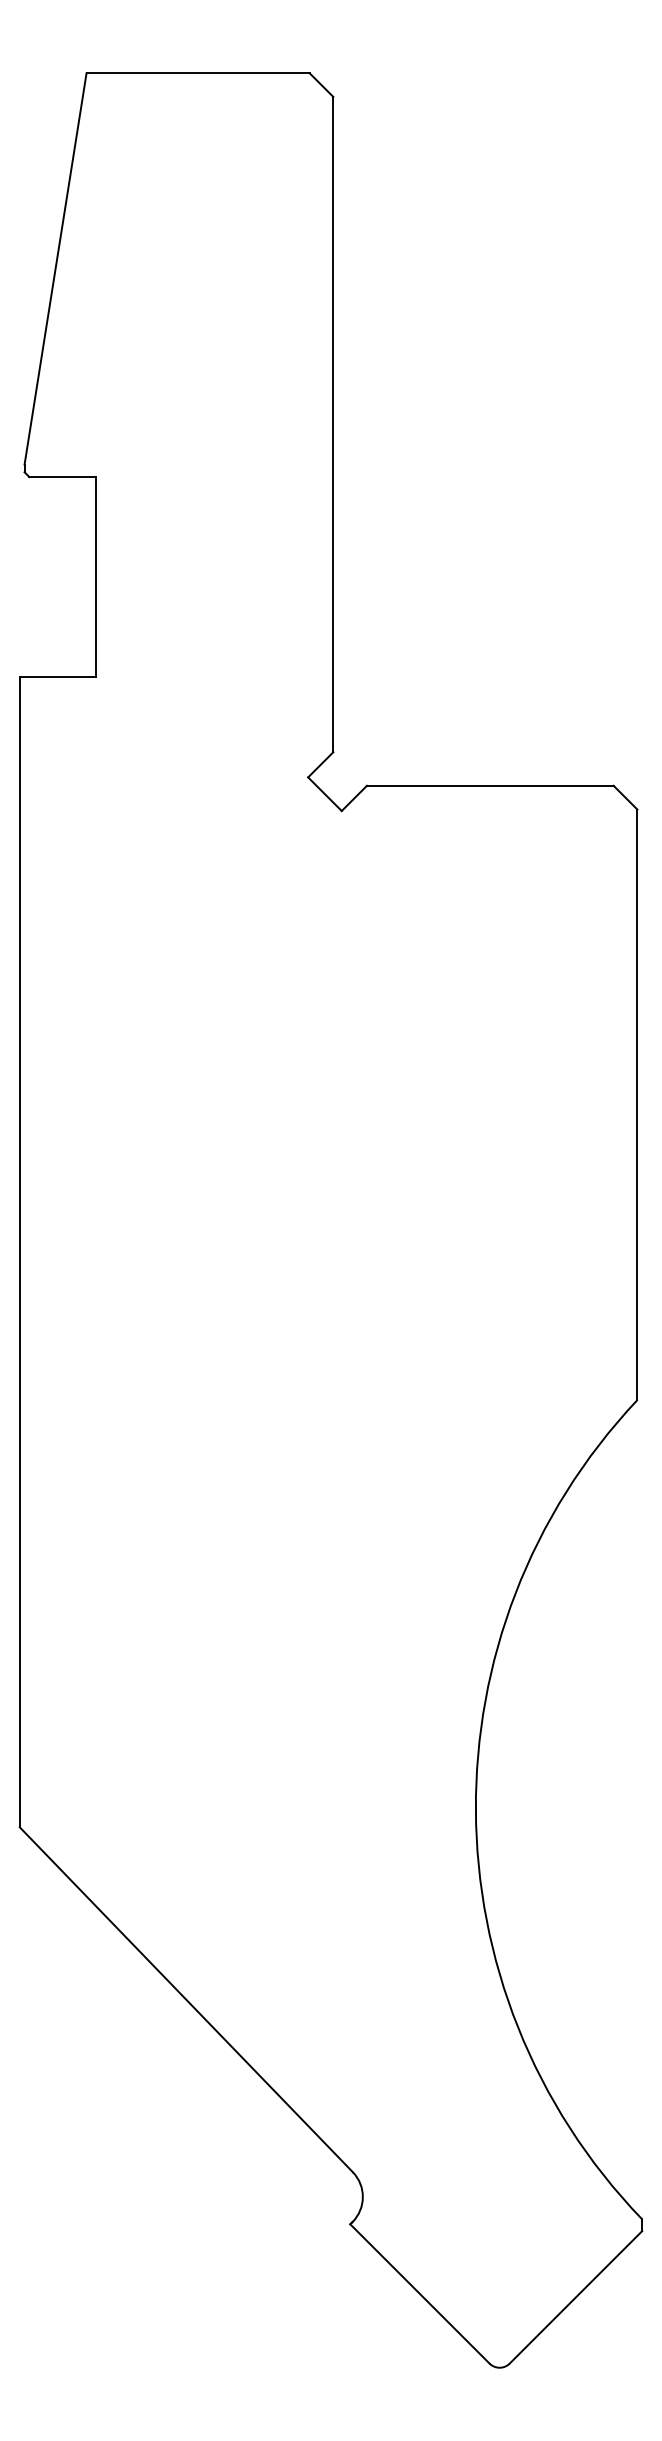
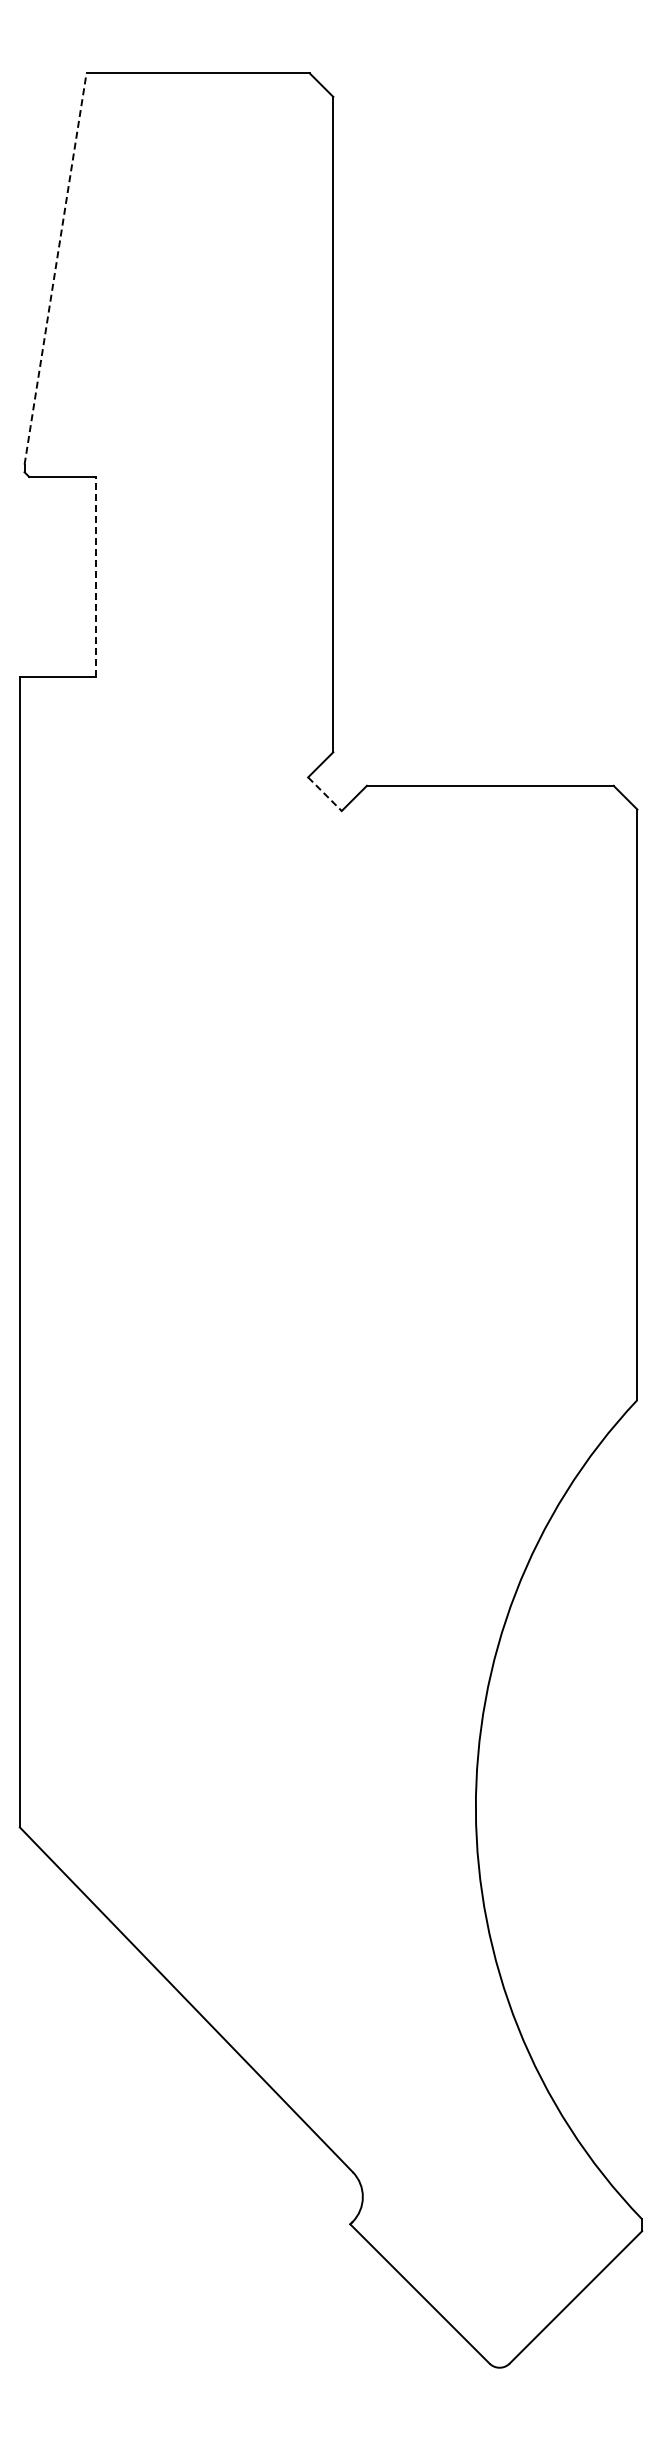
line at (55, 268): solid -> dashed
line at (95, 576): solid -> dashed
line at (324, 794): solid -> dashed
